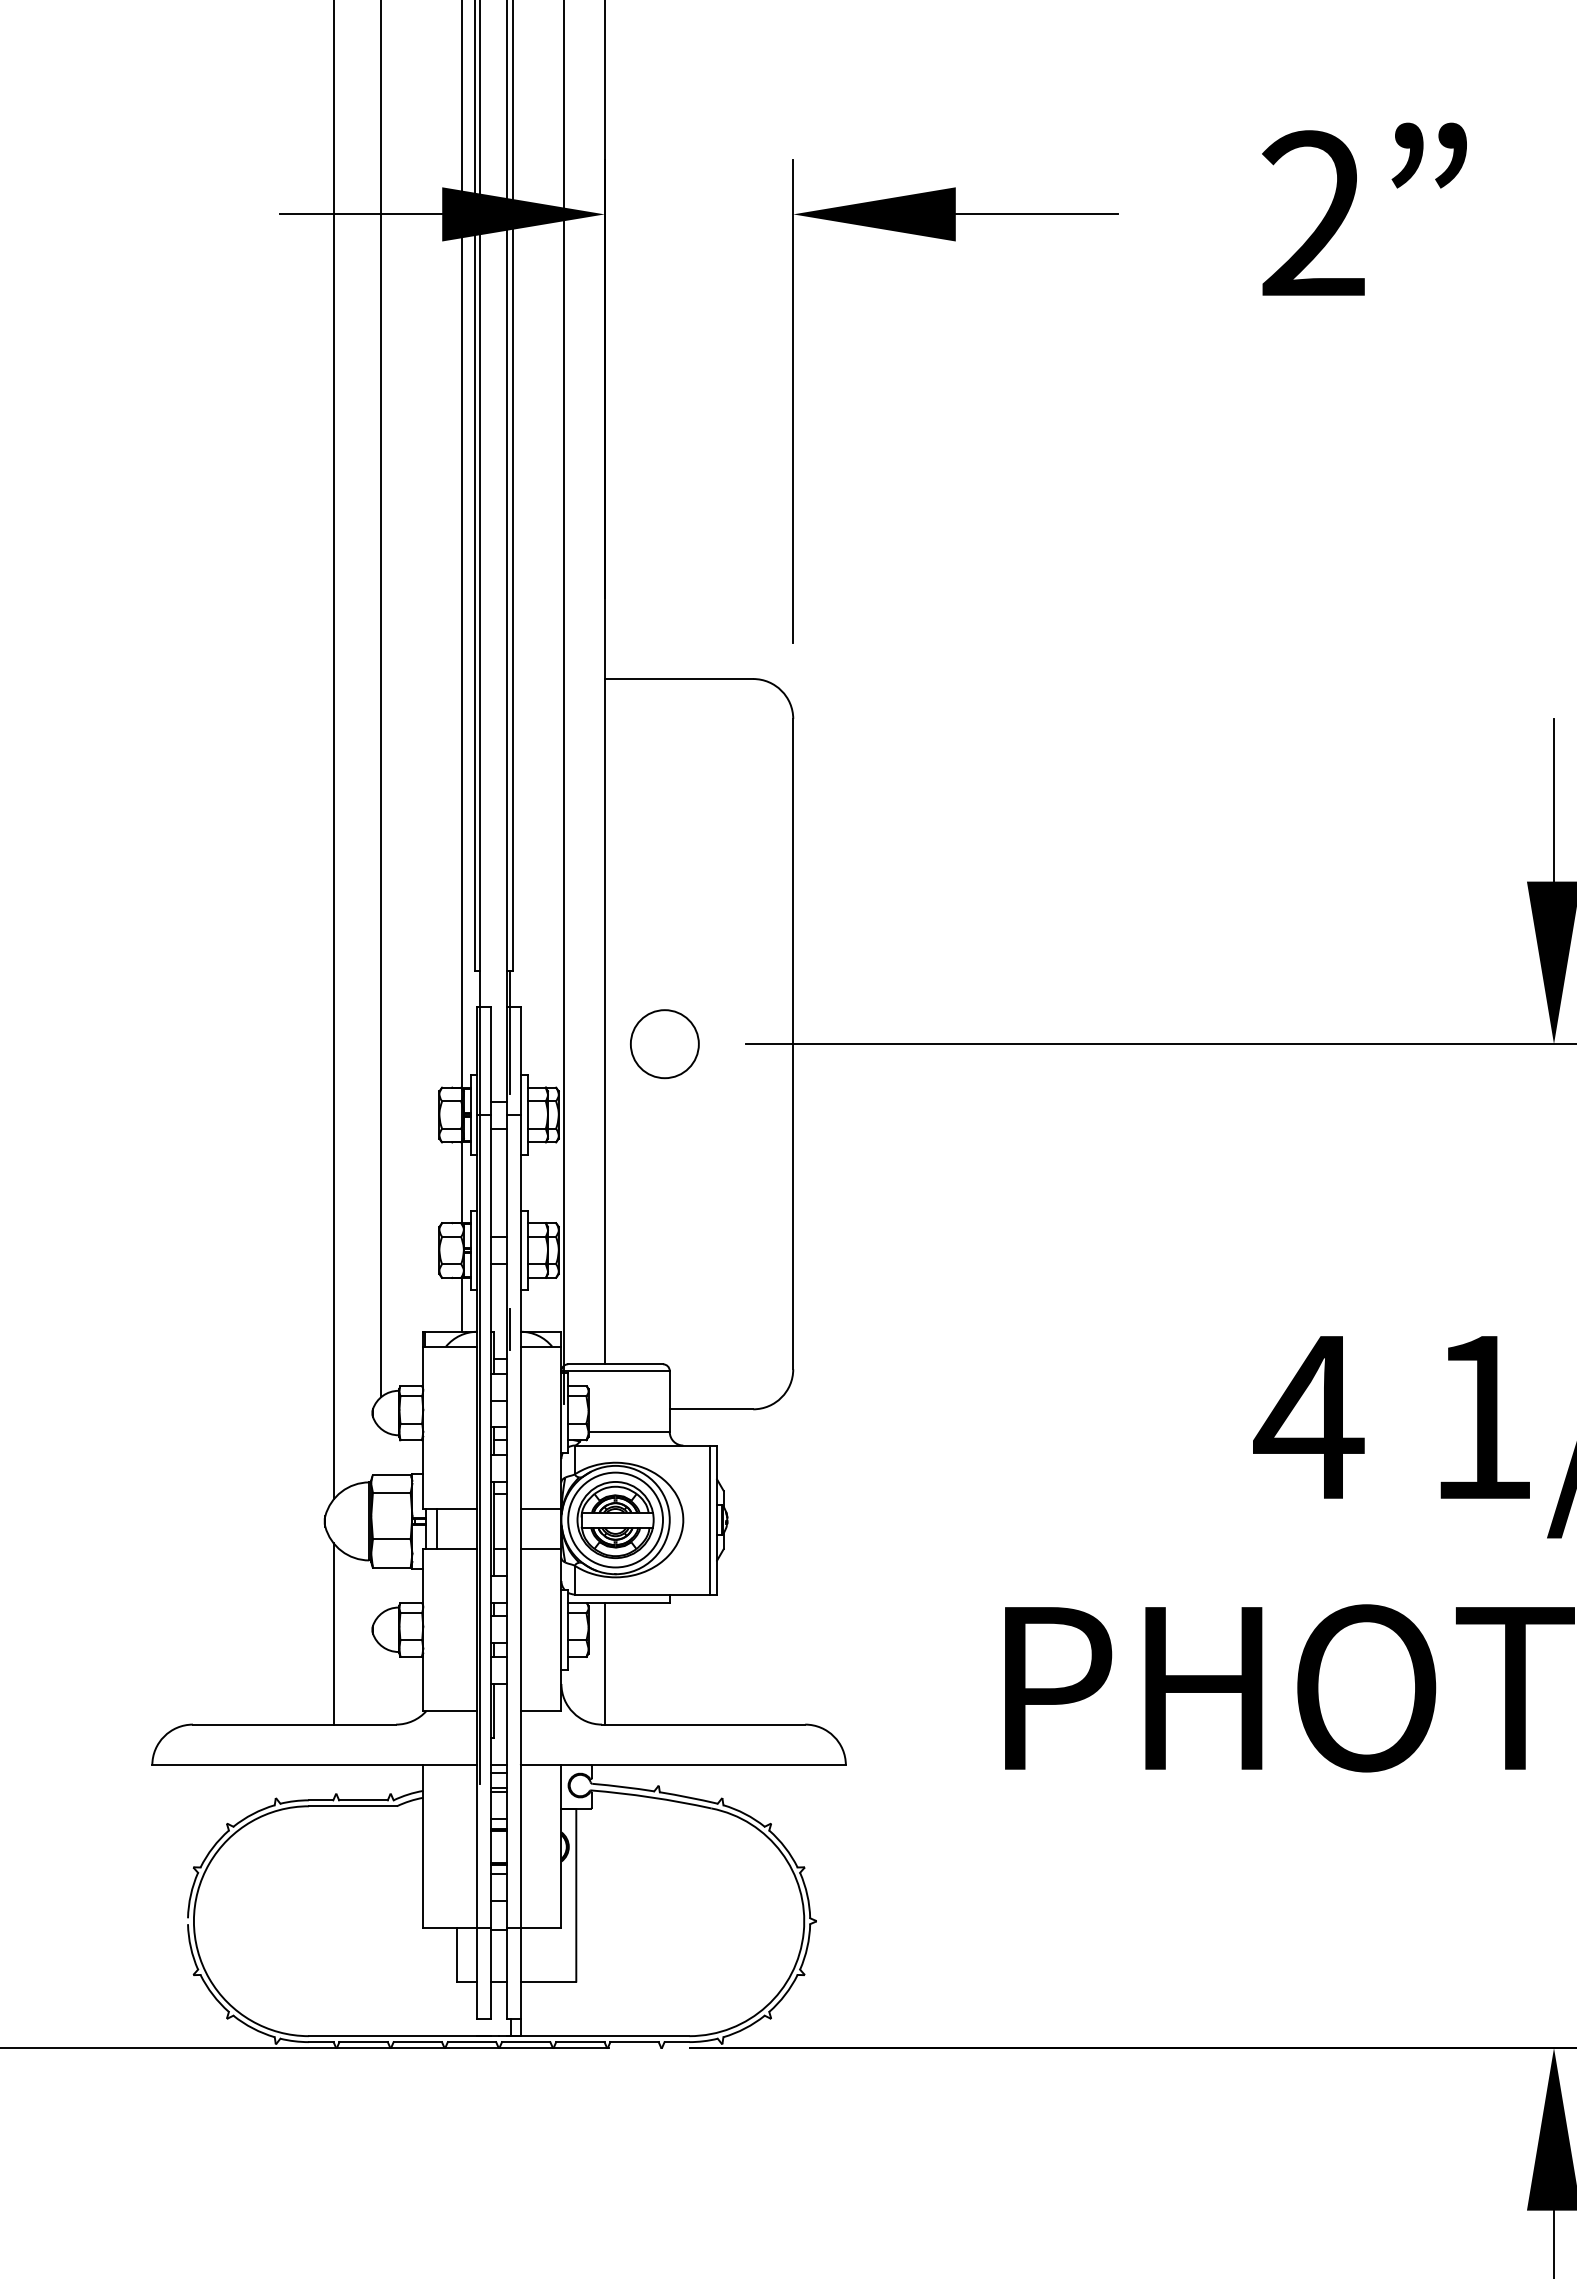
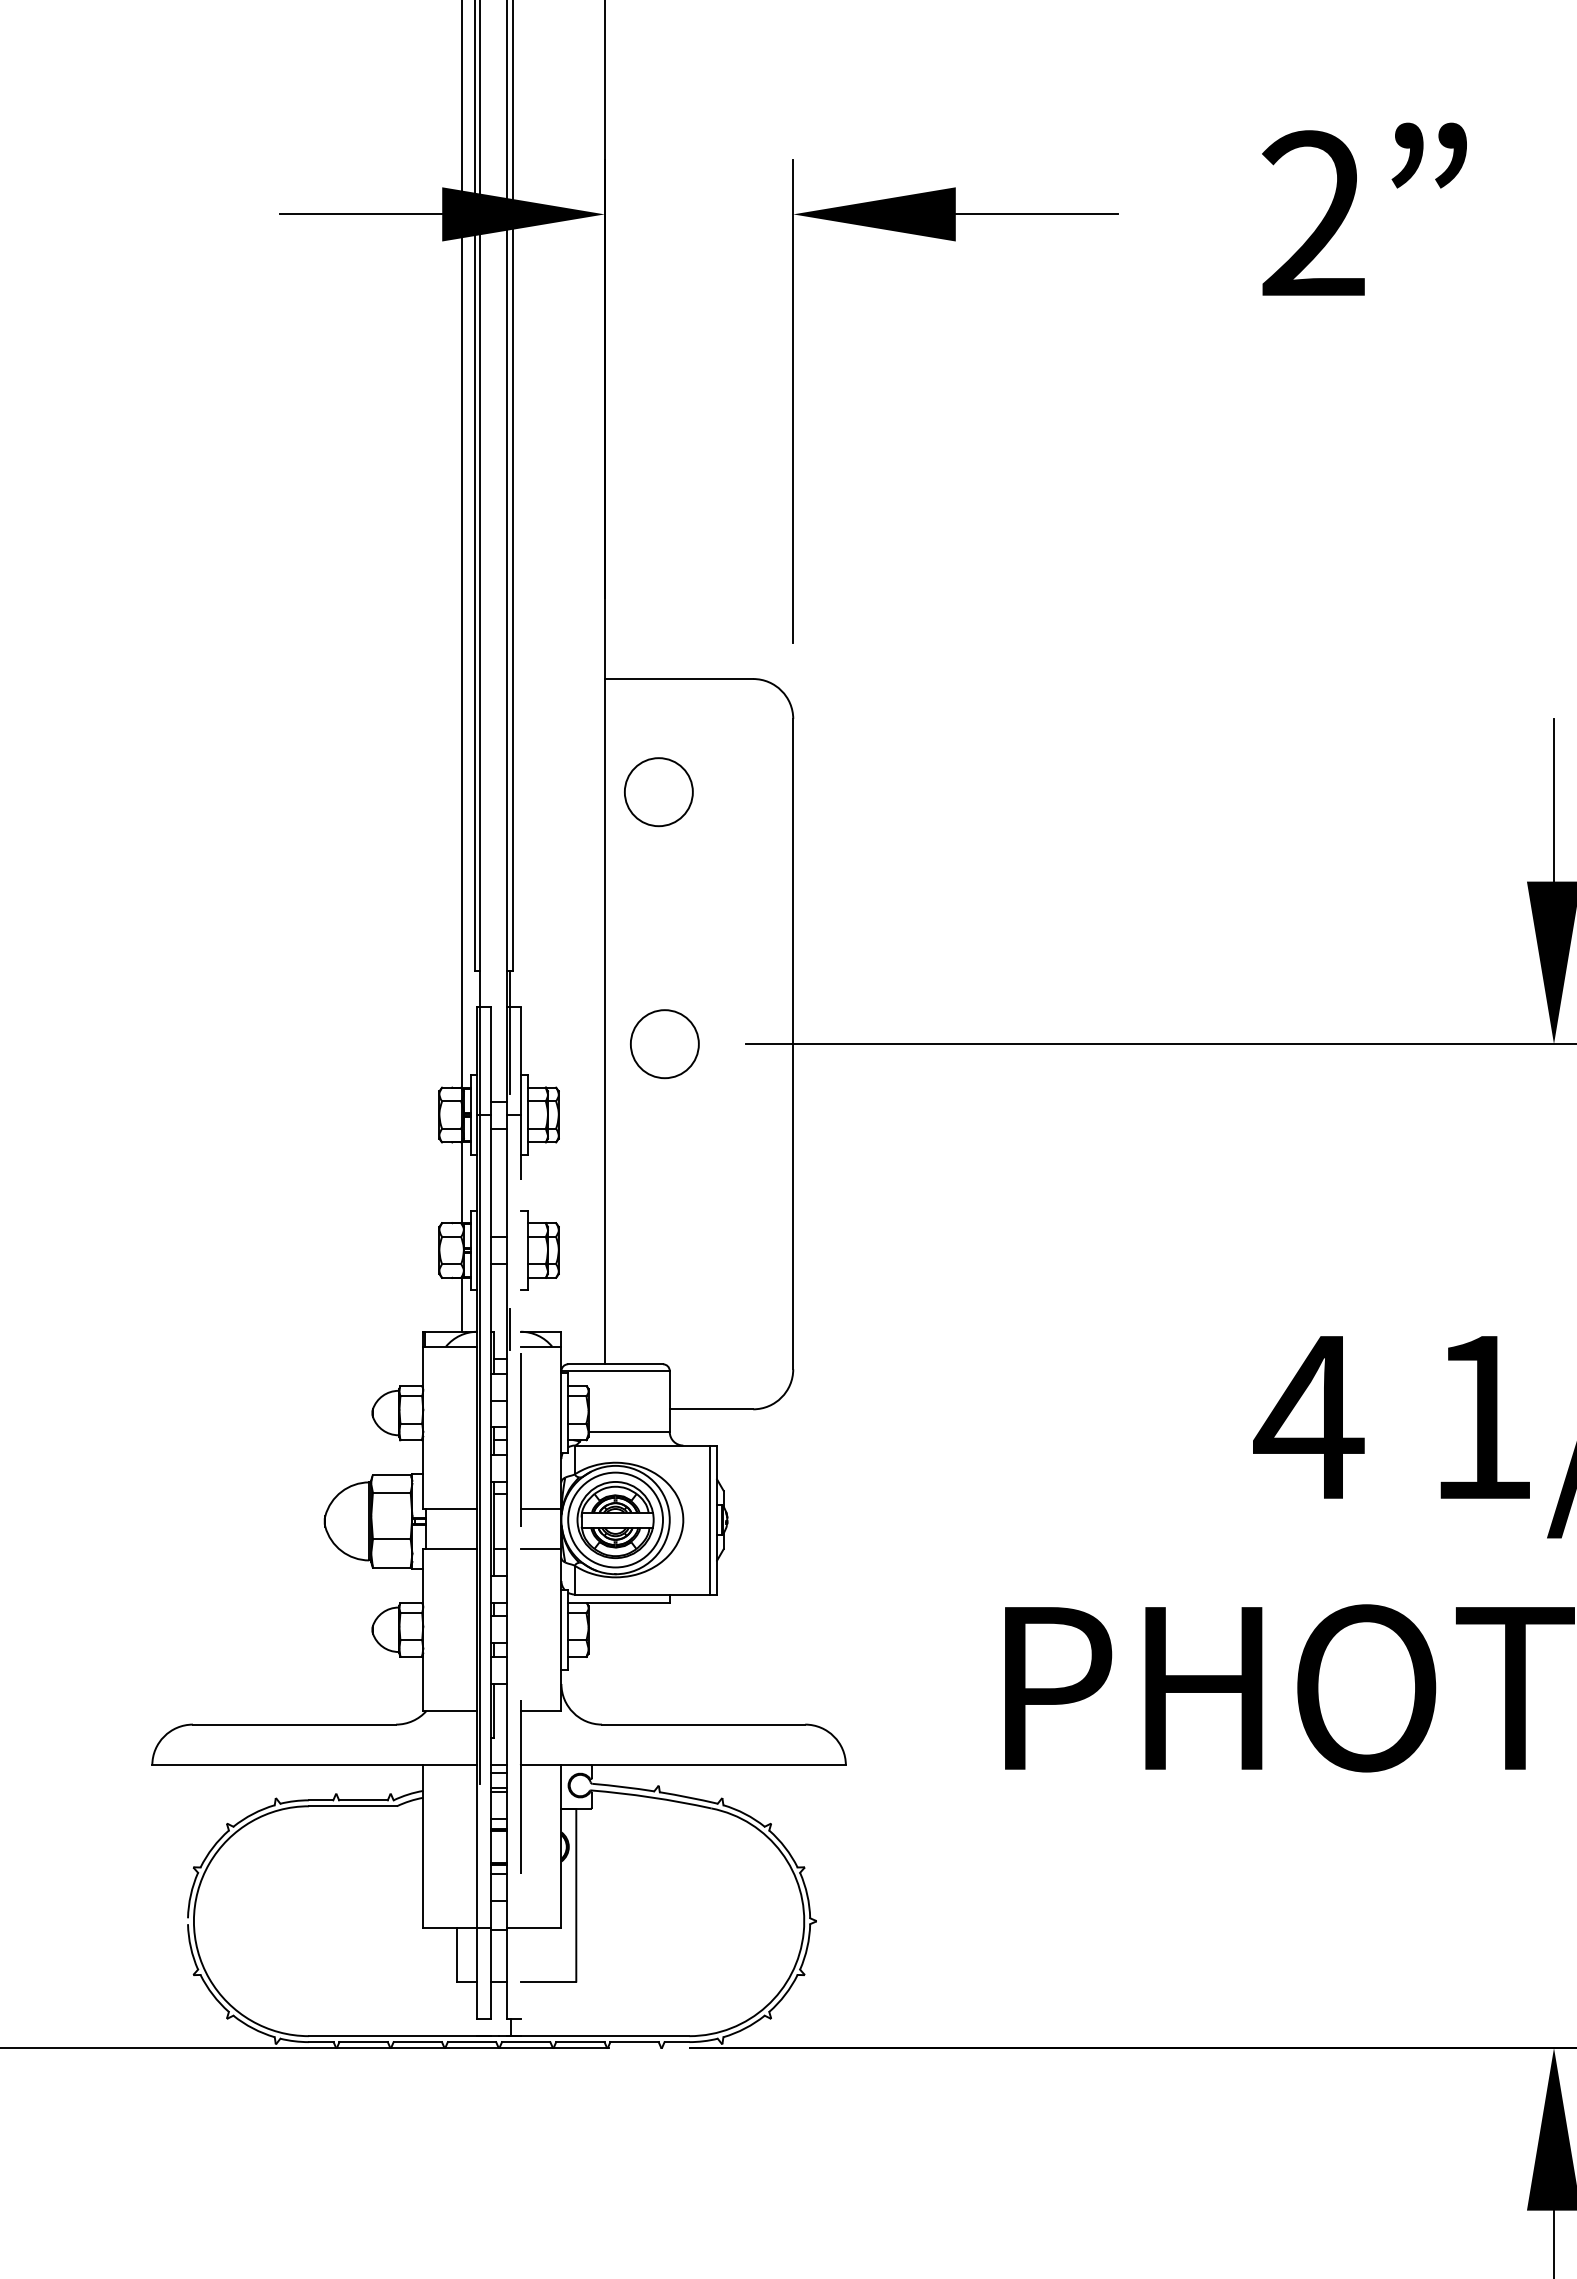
line at (381, 699): present -> none
line at (564, 703): present -> none
line at (333, 750): present -> none
circle at (658, 792): none -> present
line at (520, 1521): solid -> dashed
line at (436, 1528): present -> none
line at (333, 1633): present -> none
line at (604, 1663): present -> none
